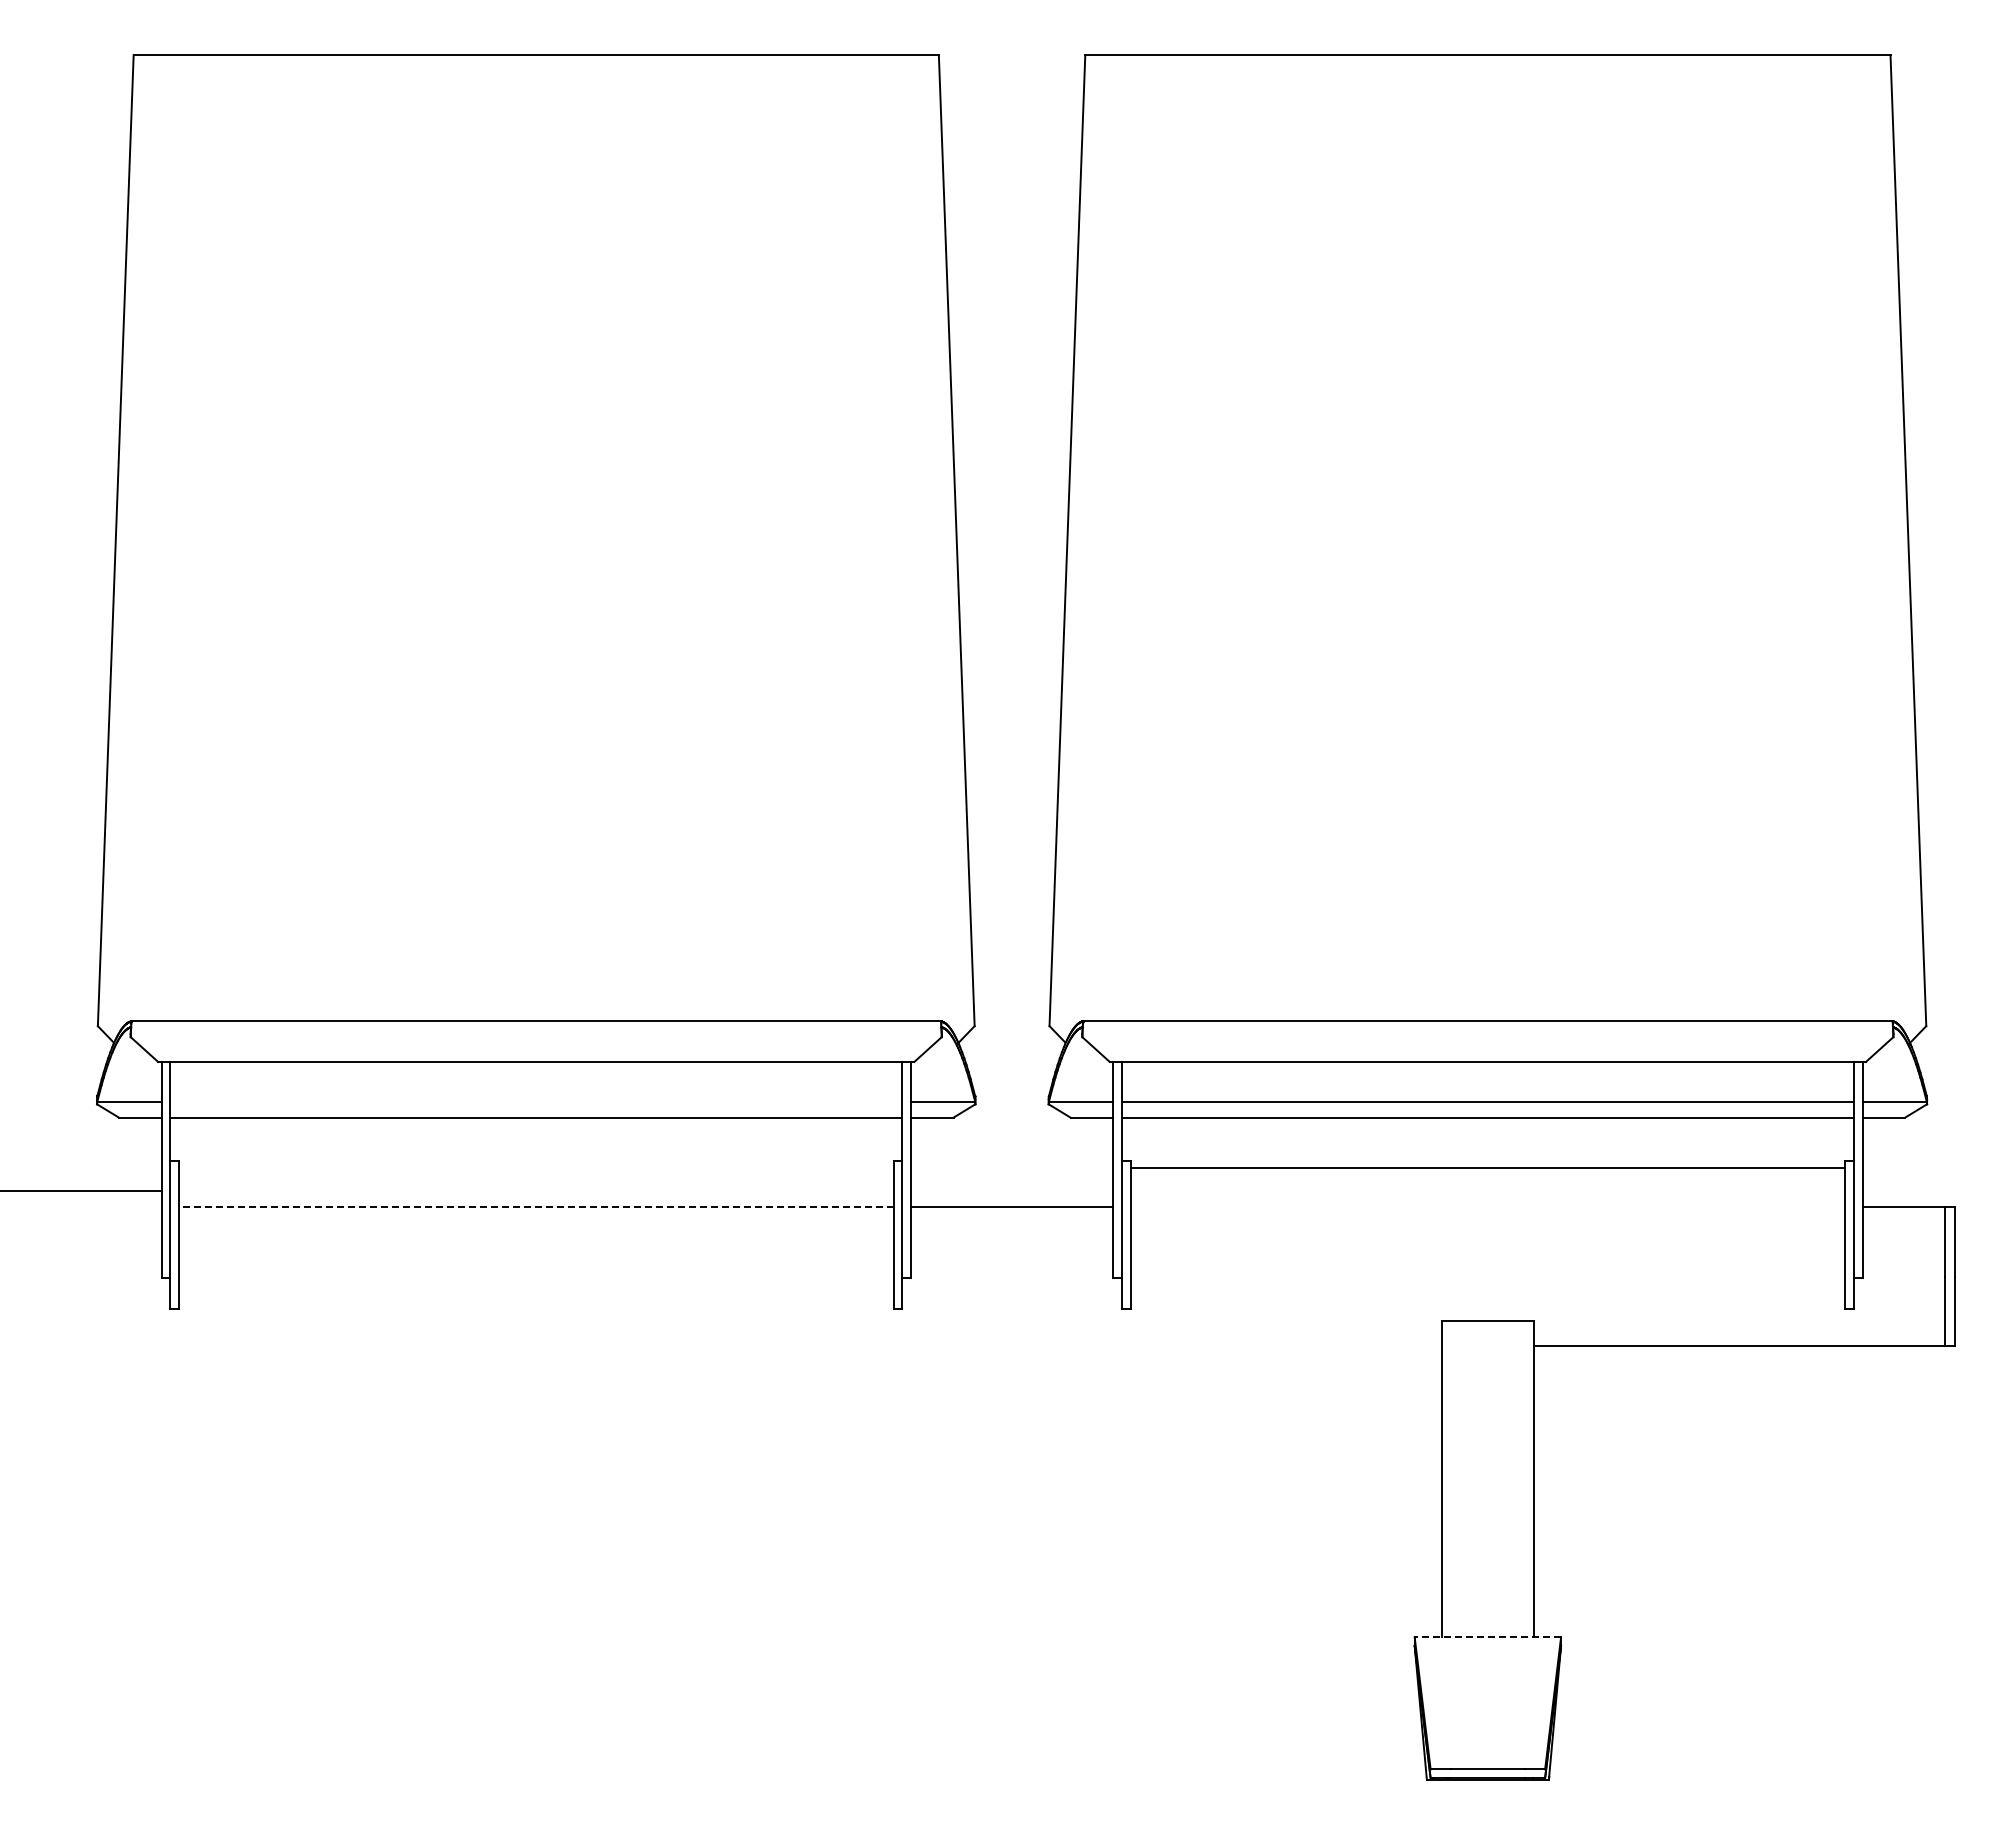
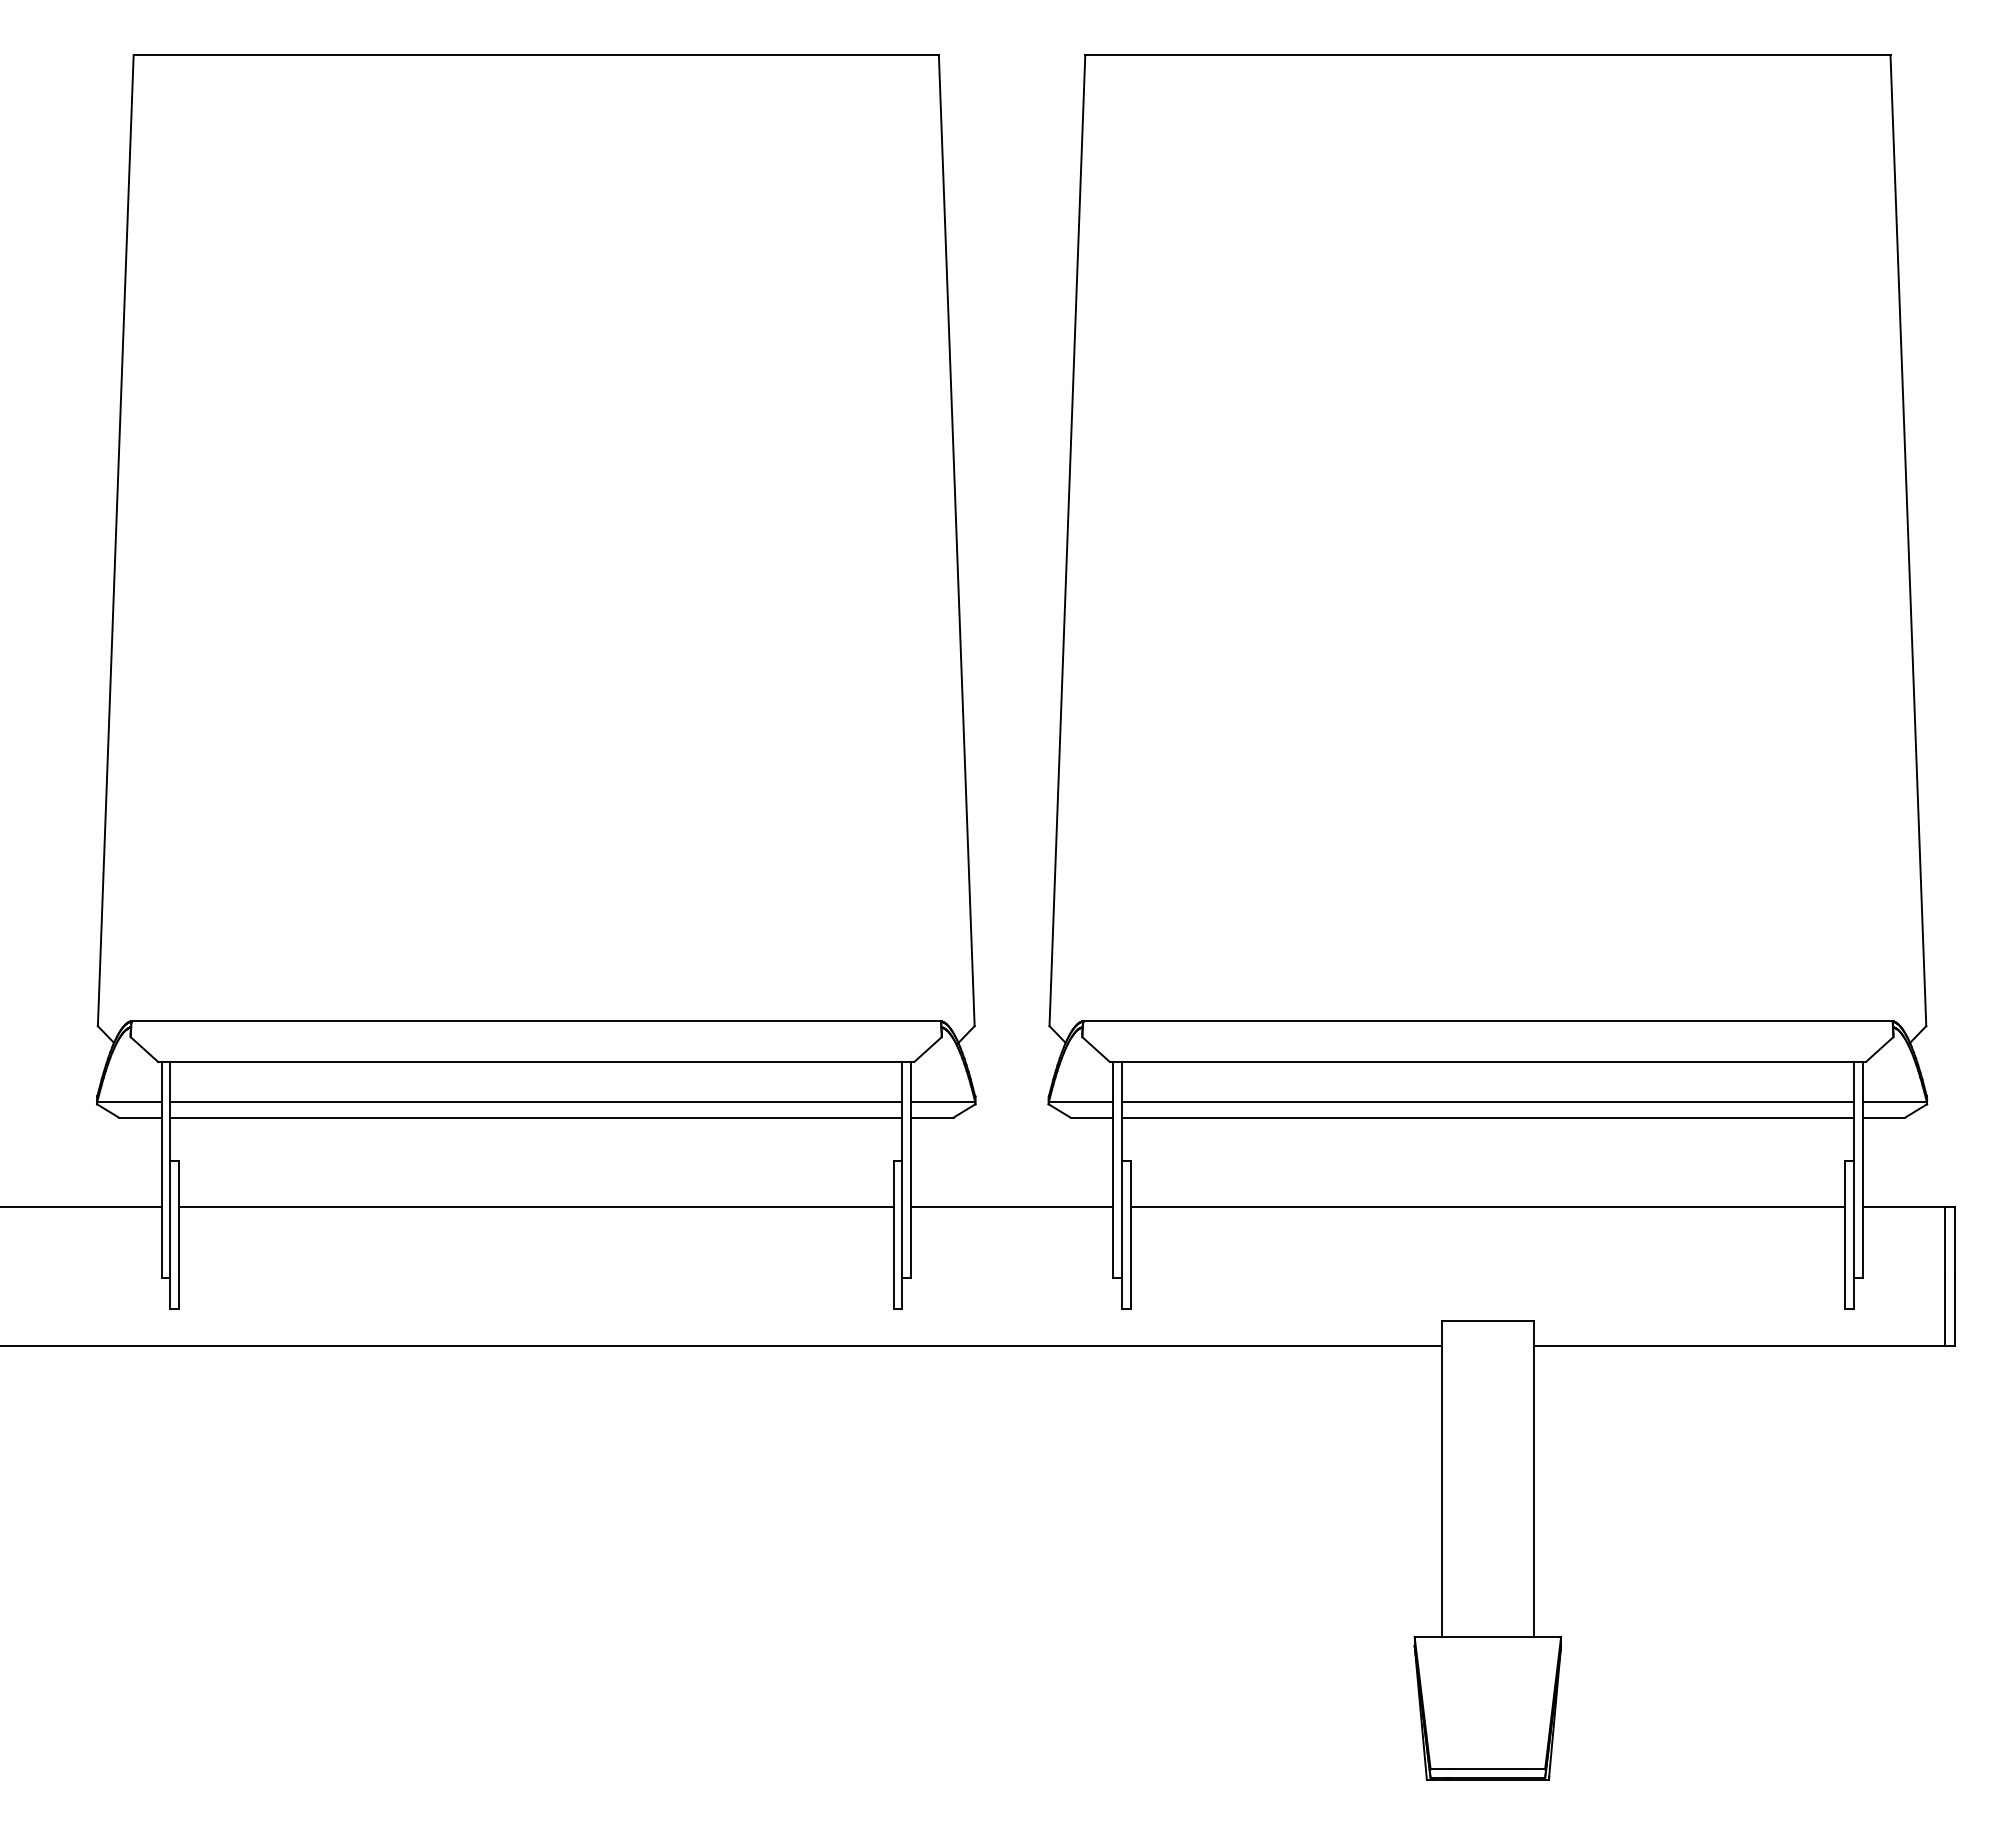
line at (536, 1101): none -> present
line at (1487, 1167) position: (1487, 1167) -> (1487, 1206)
line at (81, 1190) position: (81, 1190) -> (81, 1206)
line at (535, 1206): dashed -> solid
line at (722, 1346): none -> present
line at (1487, 1637): dashed -> solid
